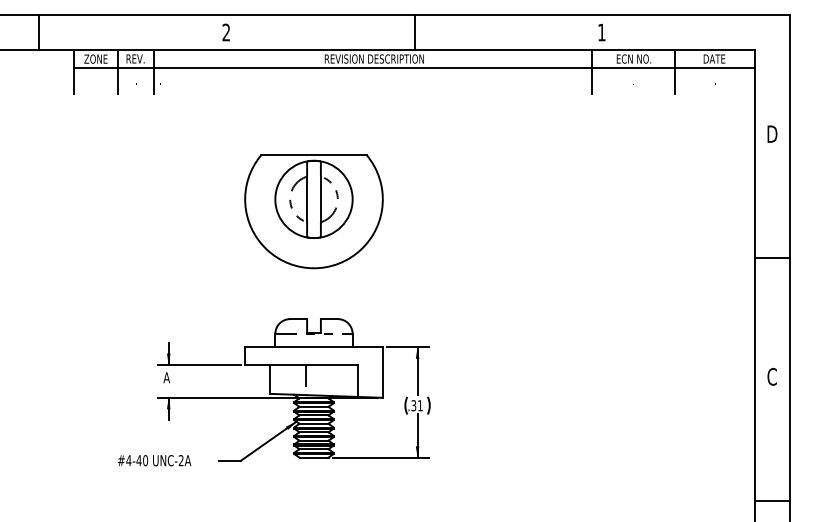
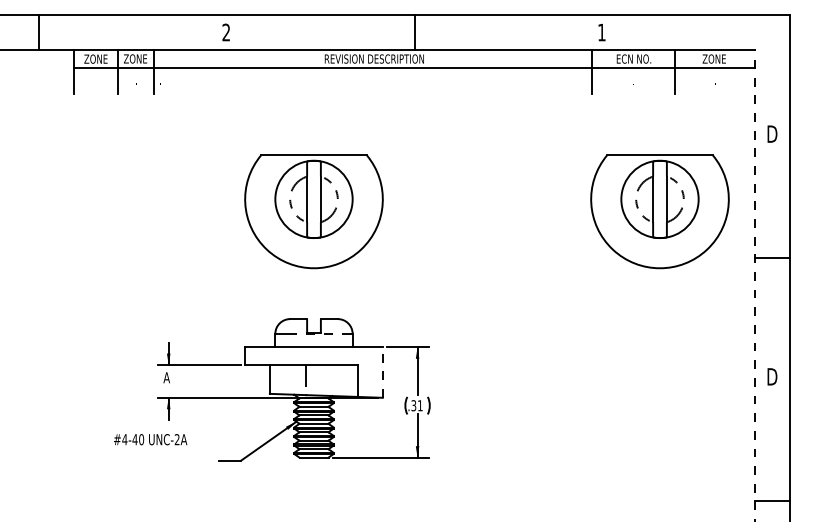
text at (135, 58): REV. -> ZONE
text at (713, 58): DATE -> ZONE
part at (659, 211): none -> present
line at (754, 286): solid -> dashed
line at (382, 372): solid -> dashed
text at (772, 376): C -> D
text at (154, 460) position: (154, 460) -> (150, 439)
